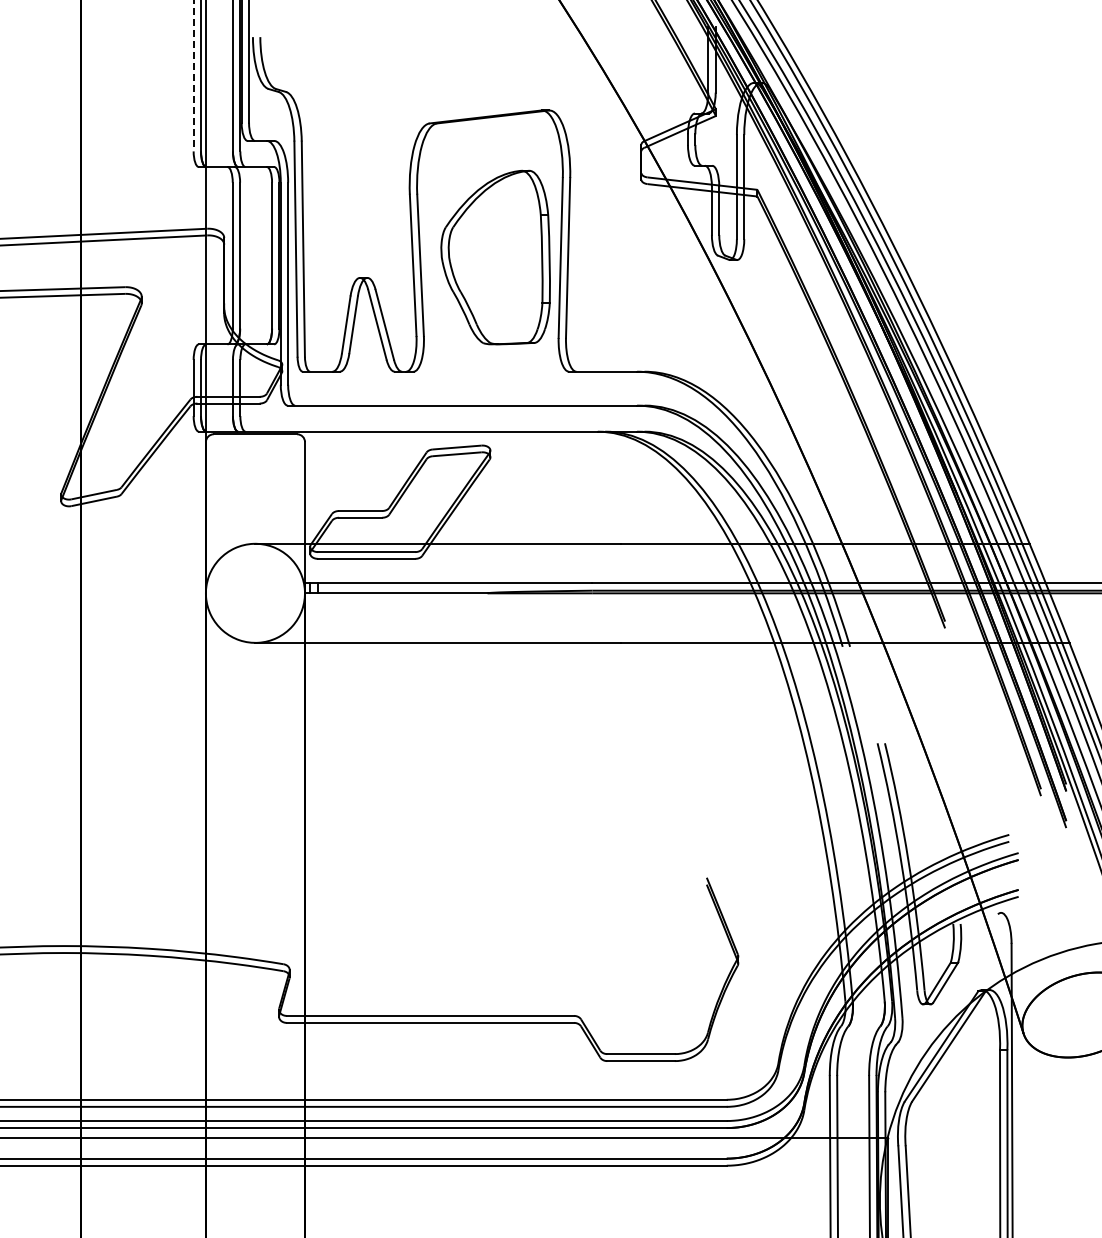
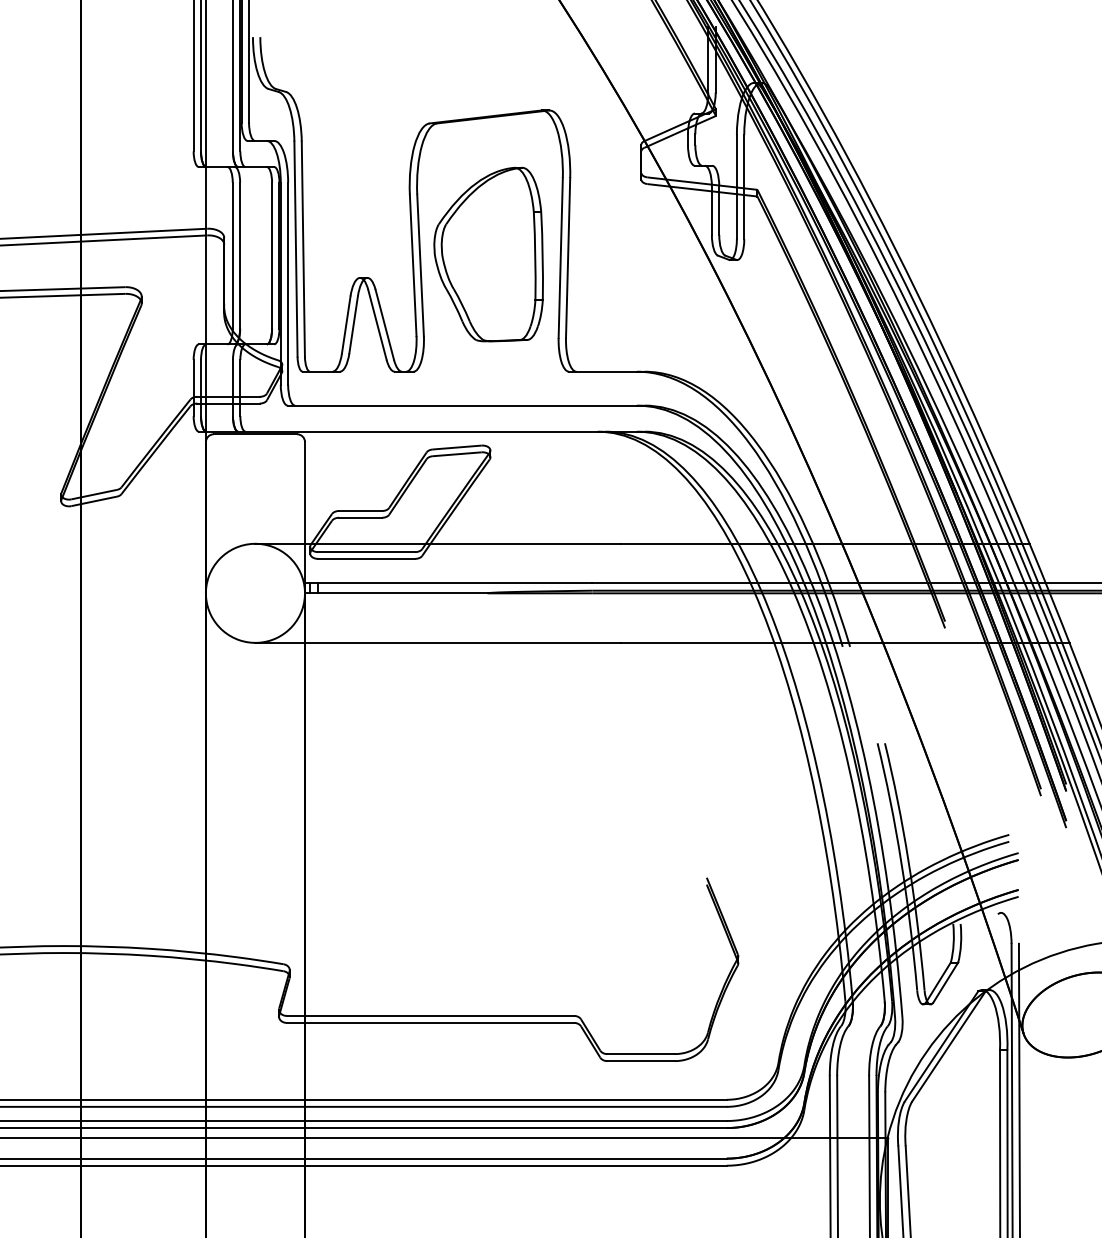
line at (193, 76): dashed -> solid
part at (495, 257) position: (495, 257) -> (488, 254)
line at (1018, 1088): none -> present
